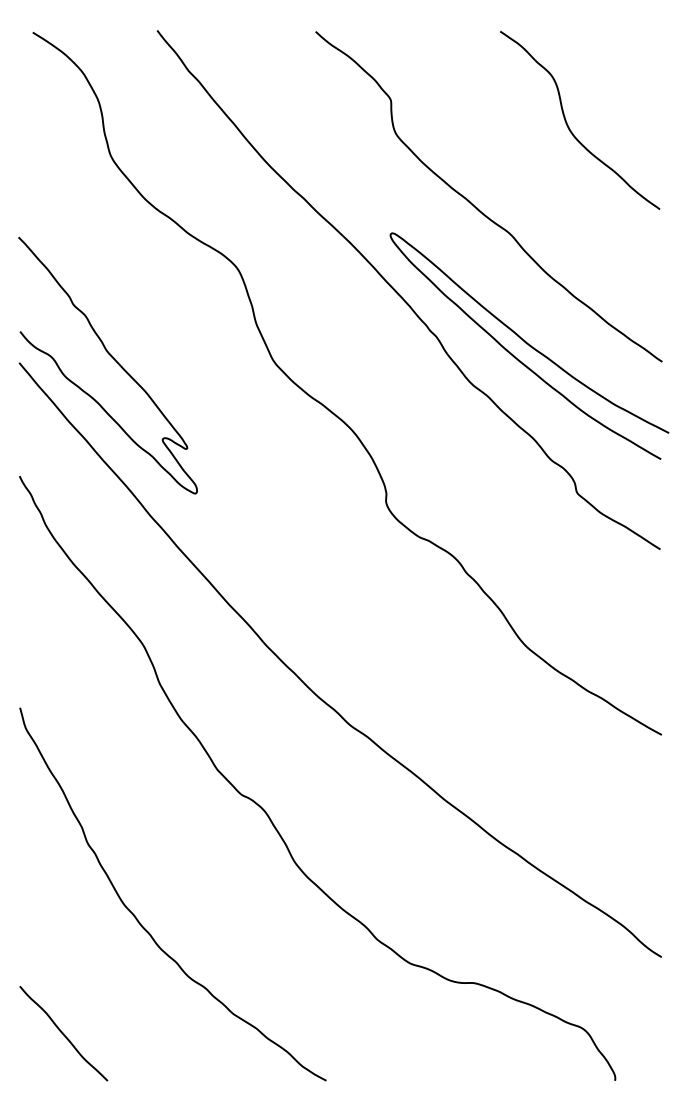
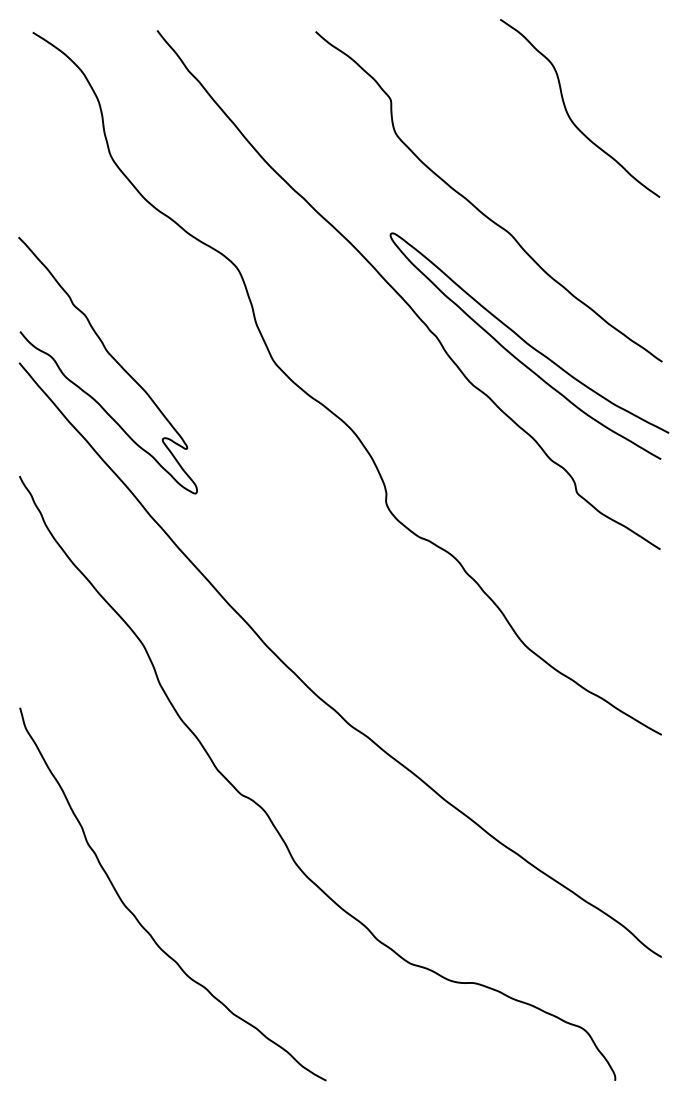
curve at (568, 125) position: (568, 125) -> (568, 113)
curve at (63, 1033): present -> none
